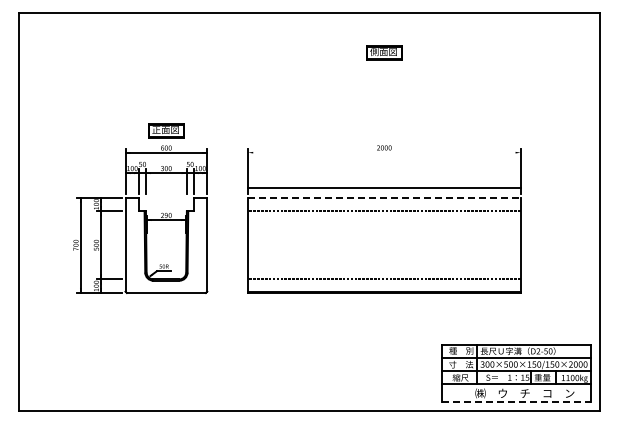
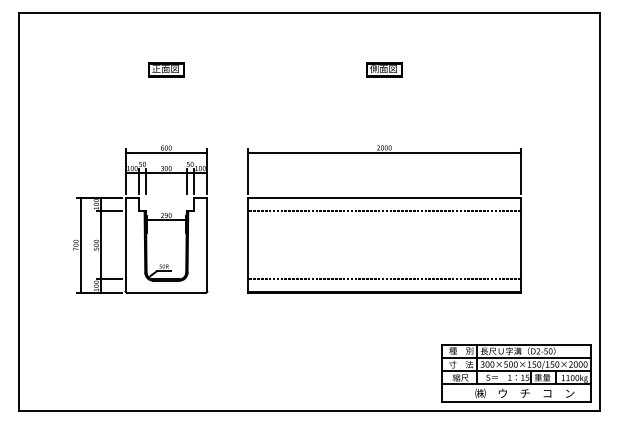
part at (384, 52) position: (384, 52) -> (384, 69)
part at (166, 130) position: (166, 130) -> (166, 69)
line at (384, 187) position: (384, 187) -> (384, 152)
line at (384, 197): dashed -> solid
line at (517, 401): dashed -> solid
